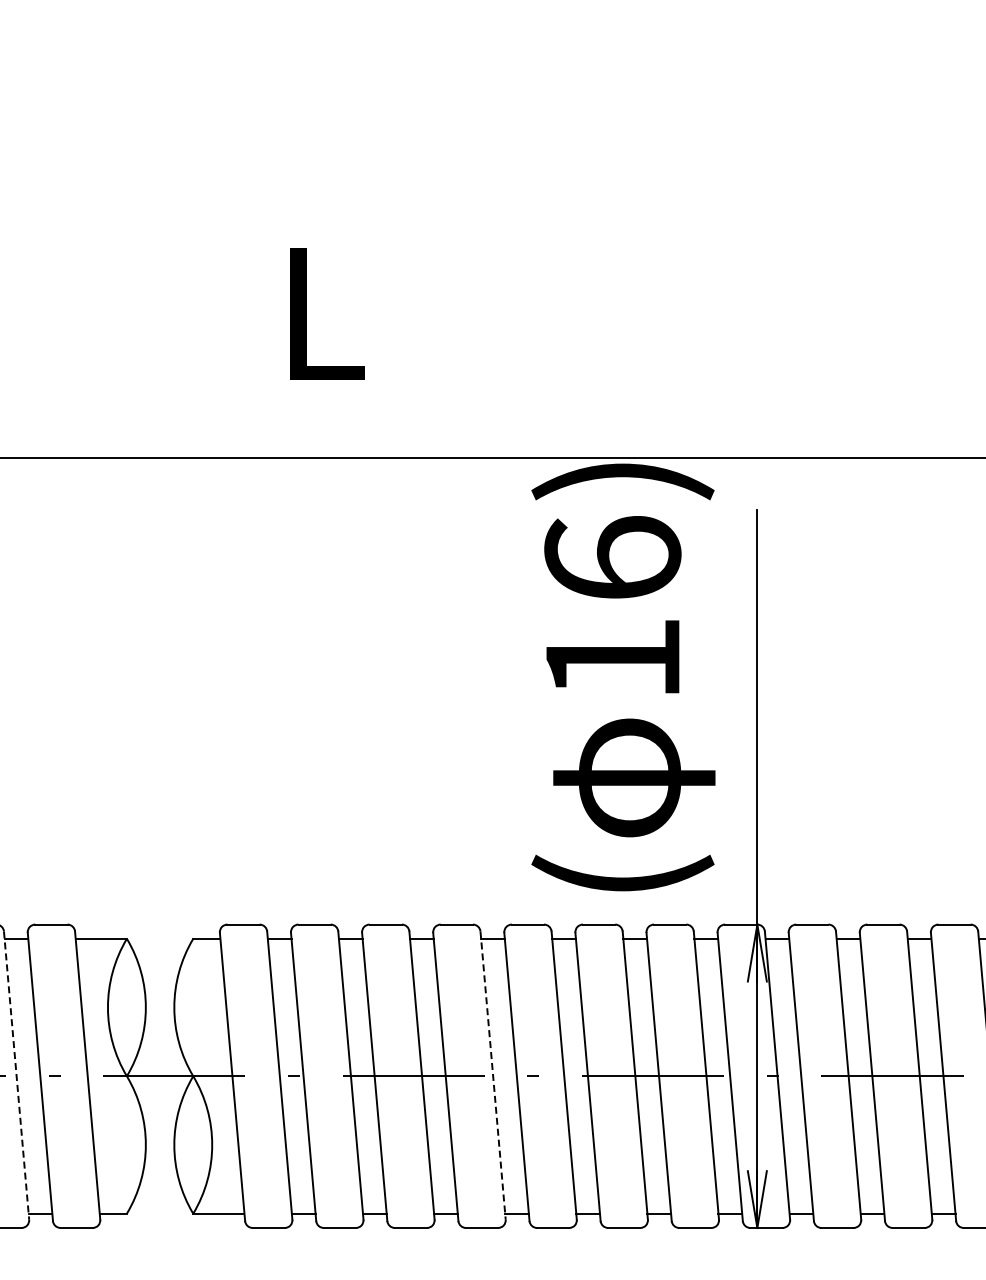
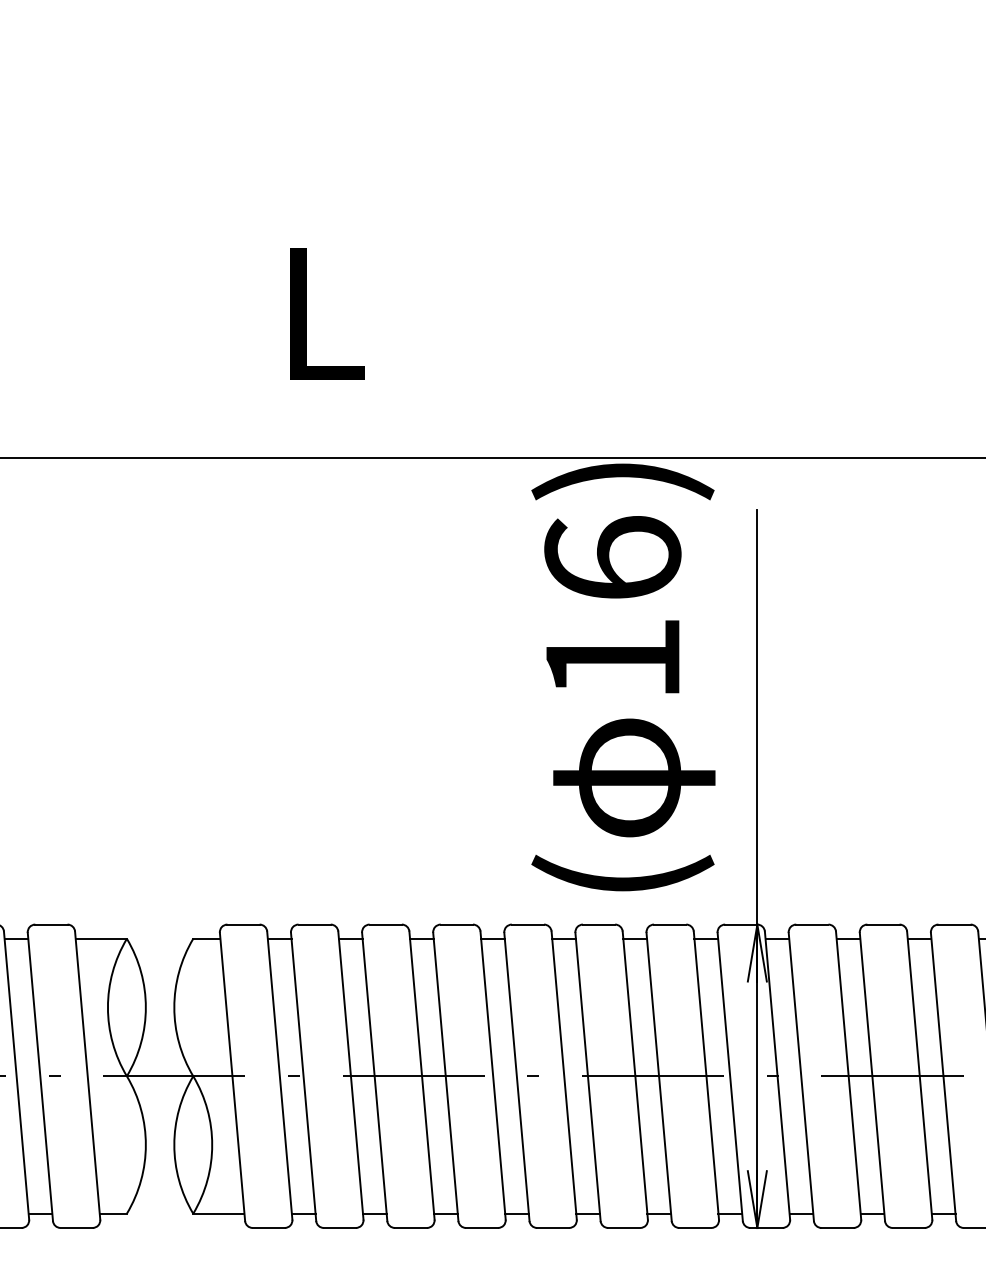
line at (16, 1075): dashed -> solid
line at (493, 1075): dashed -> solid
